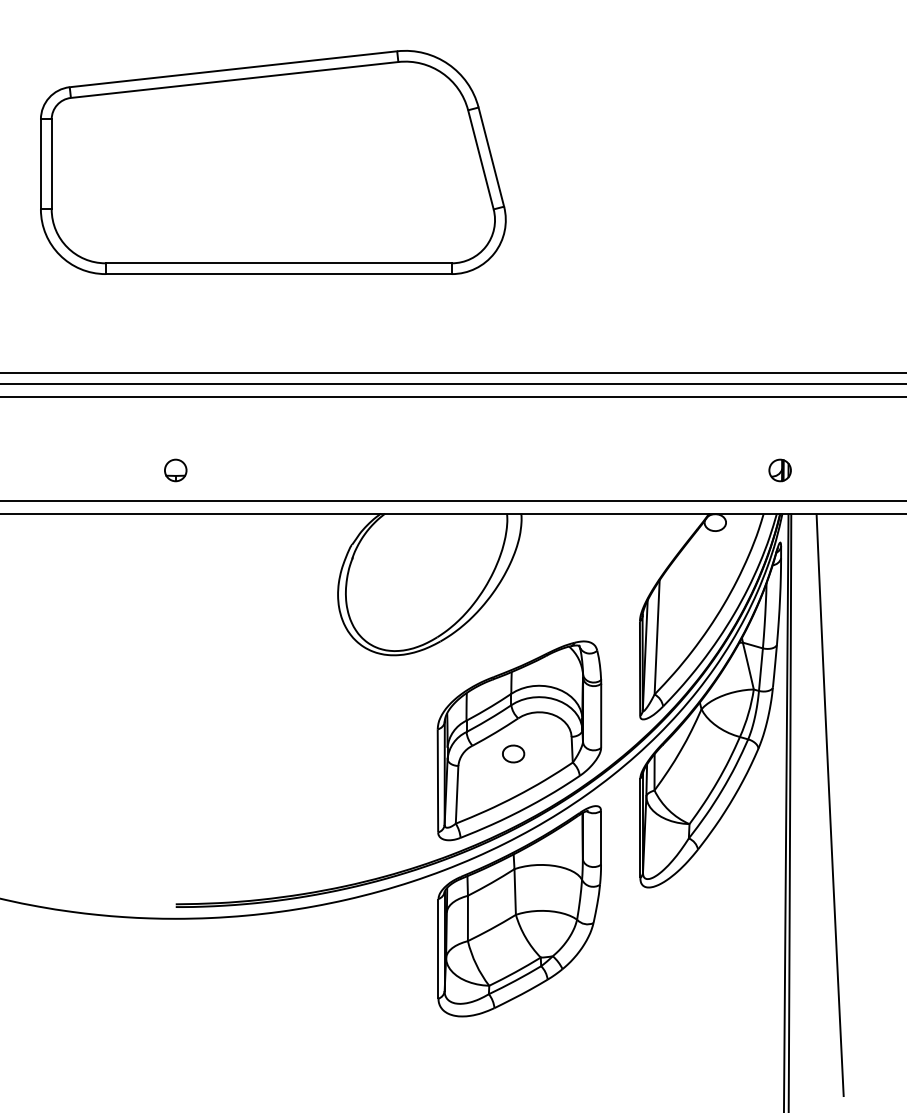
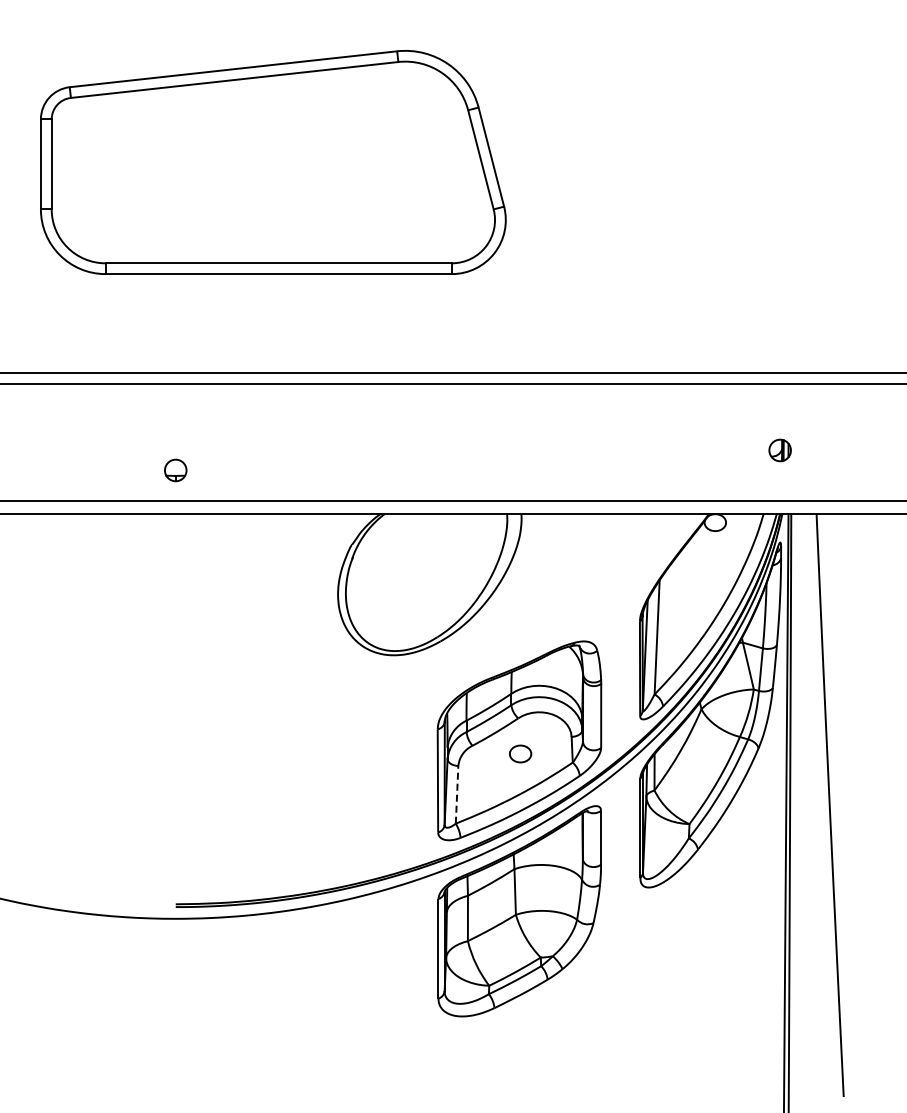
line at (452, 397): present -> none
part at (779, 470) position: (779, 470) -> (779, 450)
part at (513, 753) position: (513, 753) -> (520, 753)
line at (457, 794): solid -> dashed
